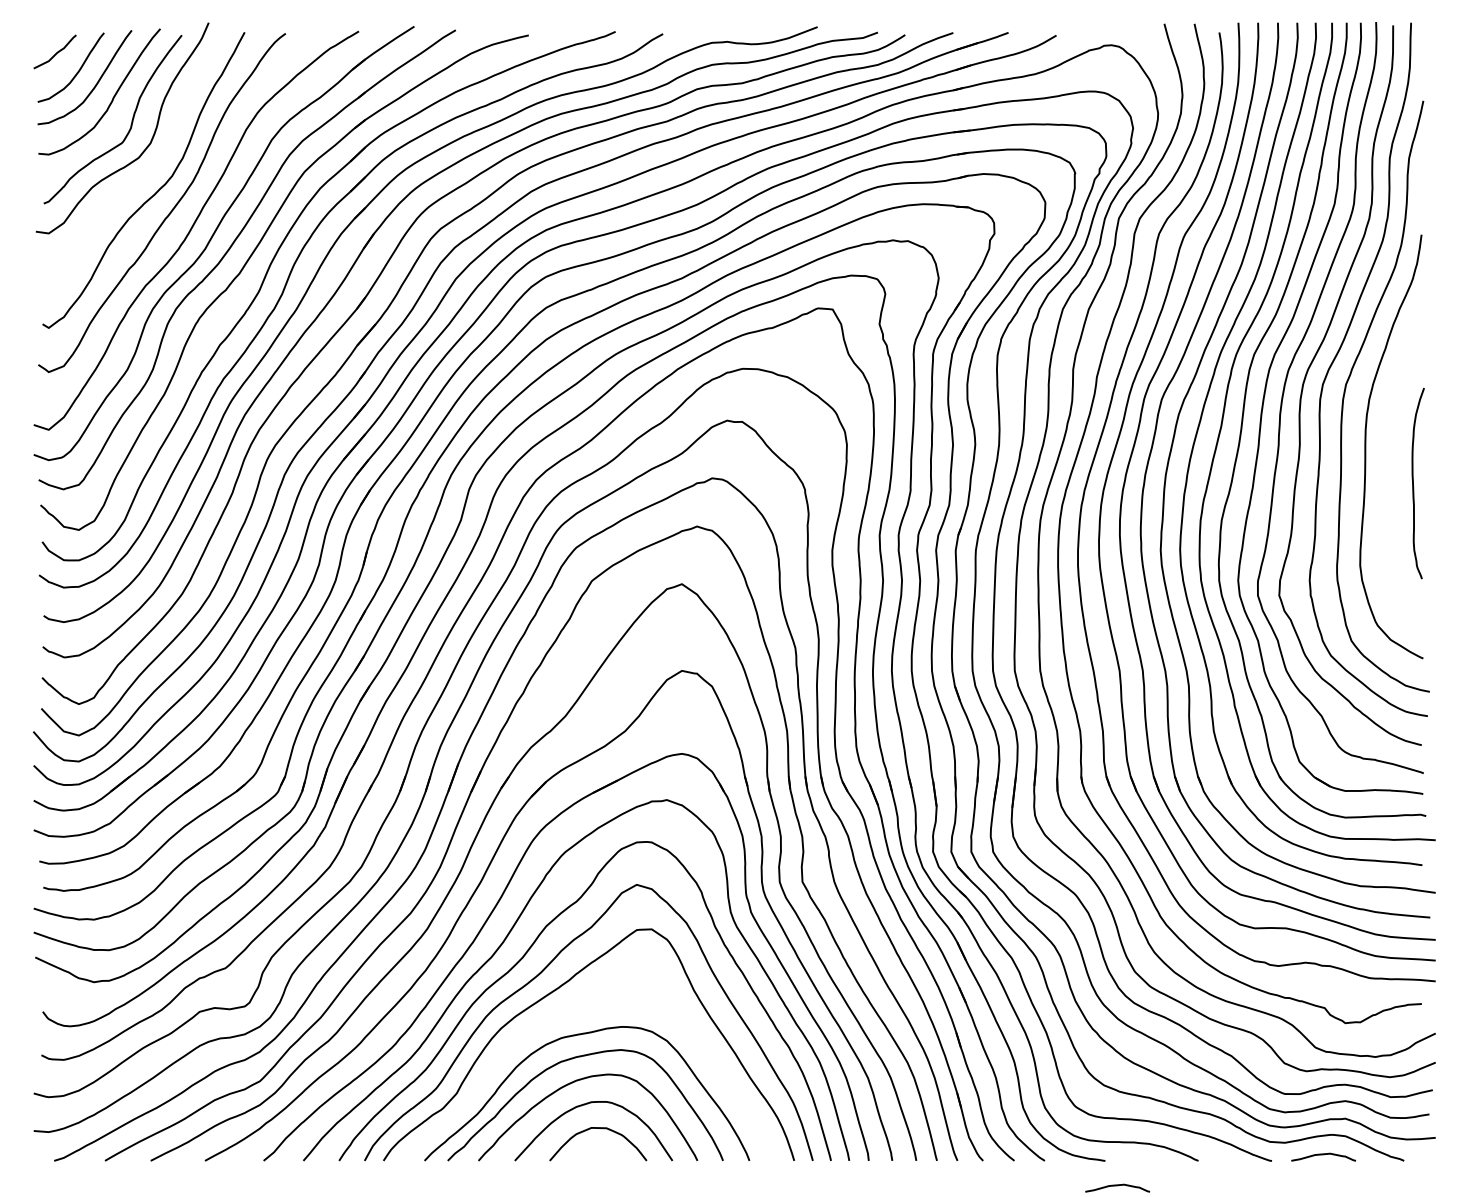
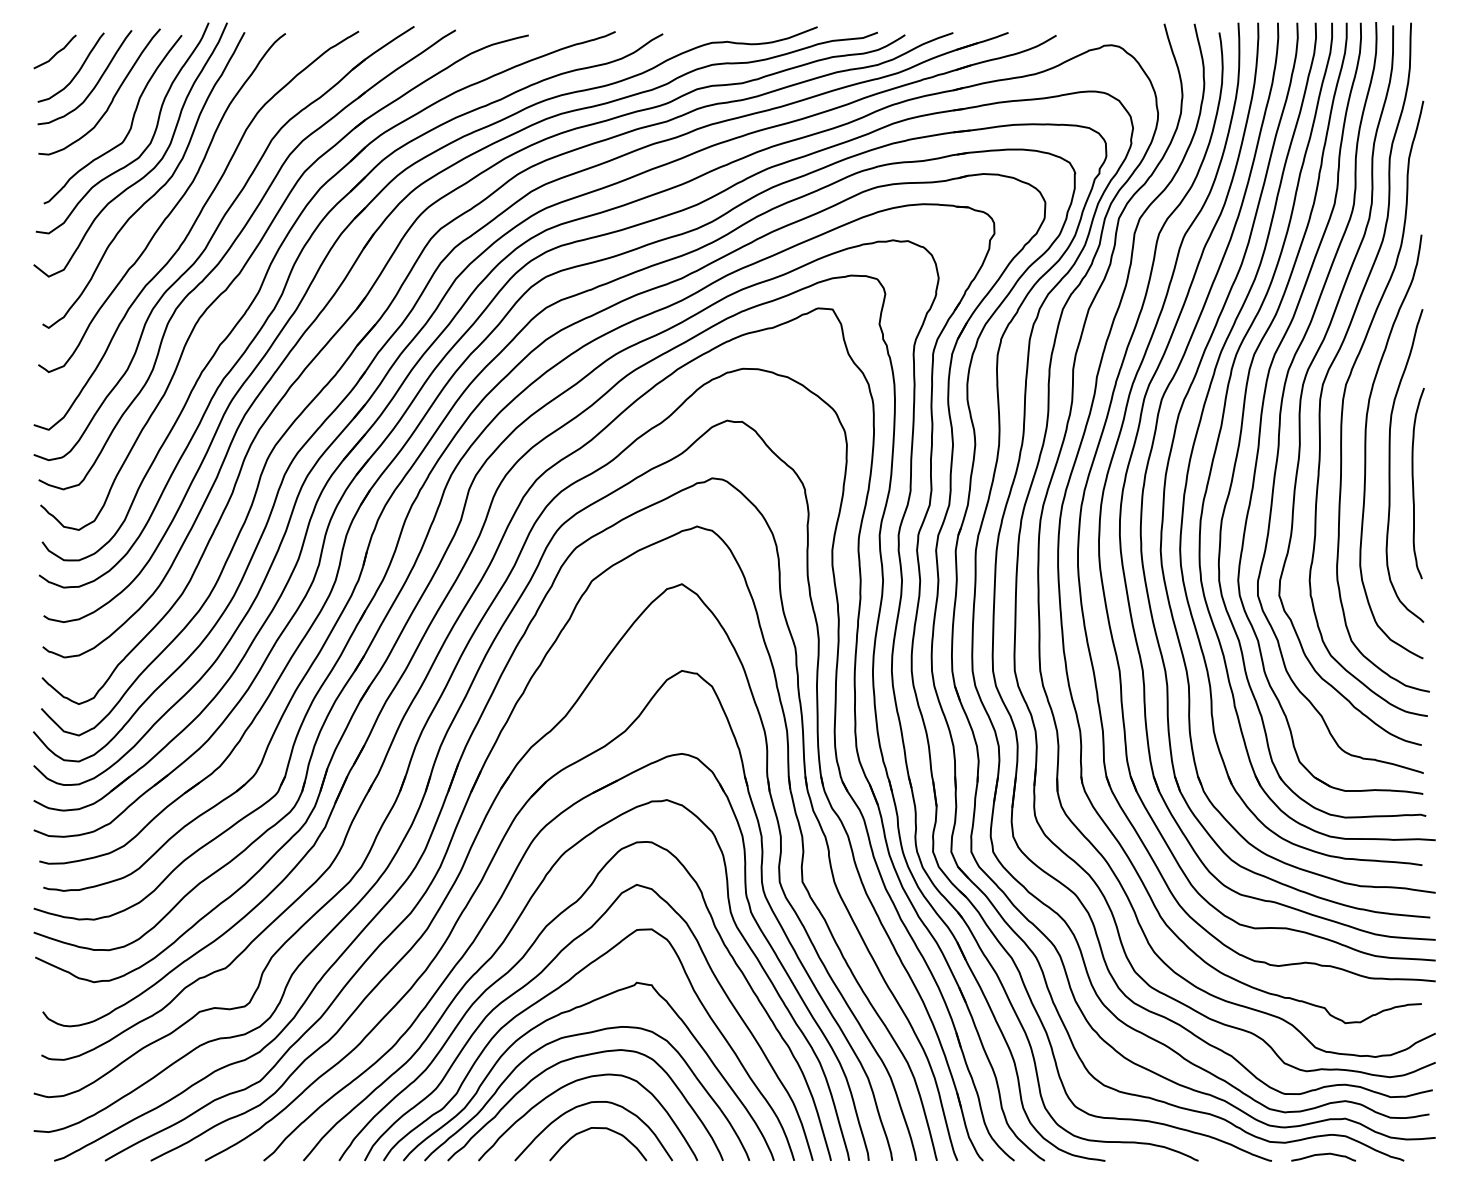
curve at (148, 171): none -> present
curve at (1390, 465): none -> present
curve at (568, 1012): none -> present
curve at (1117, 1186): present -> none
